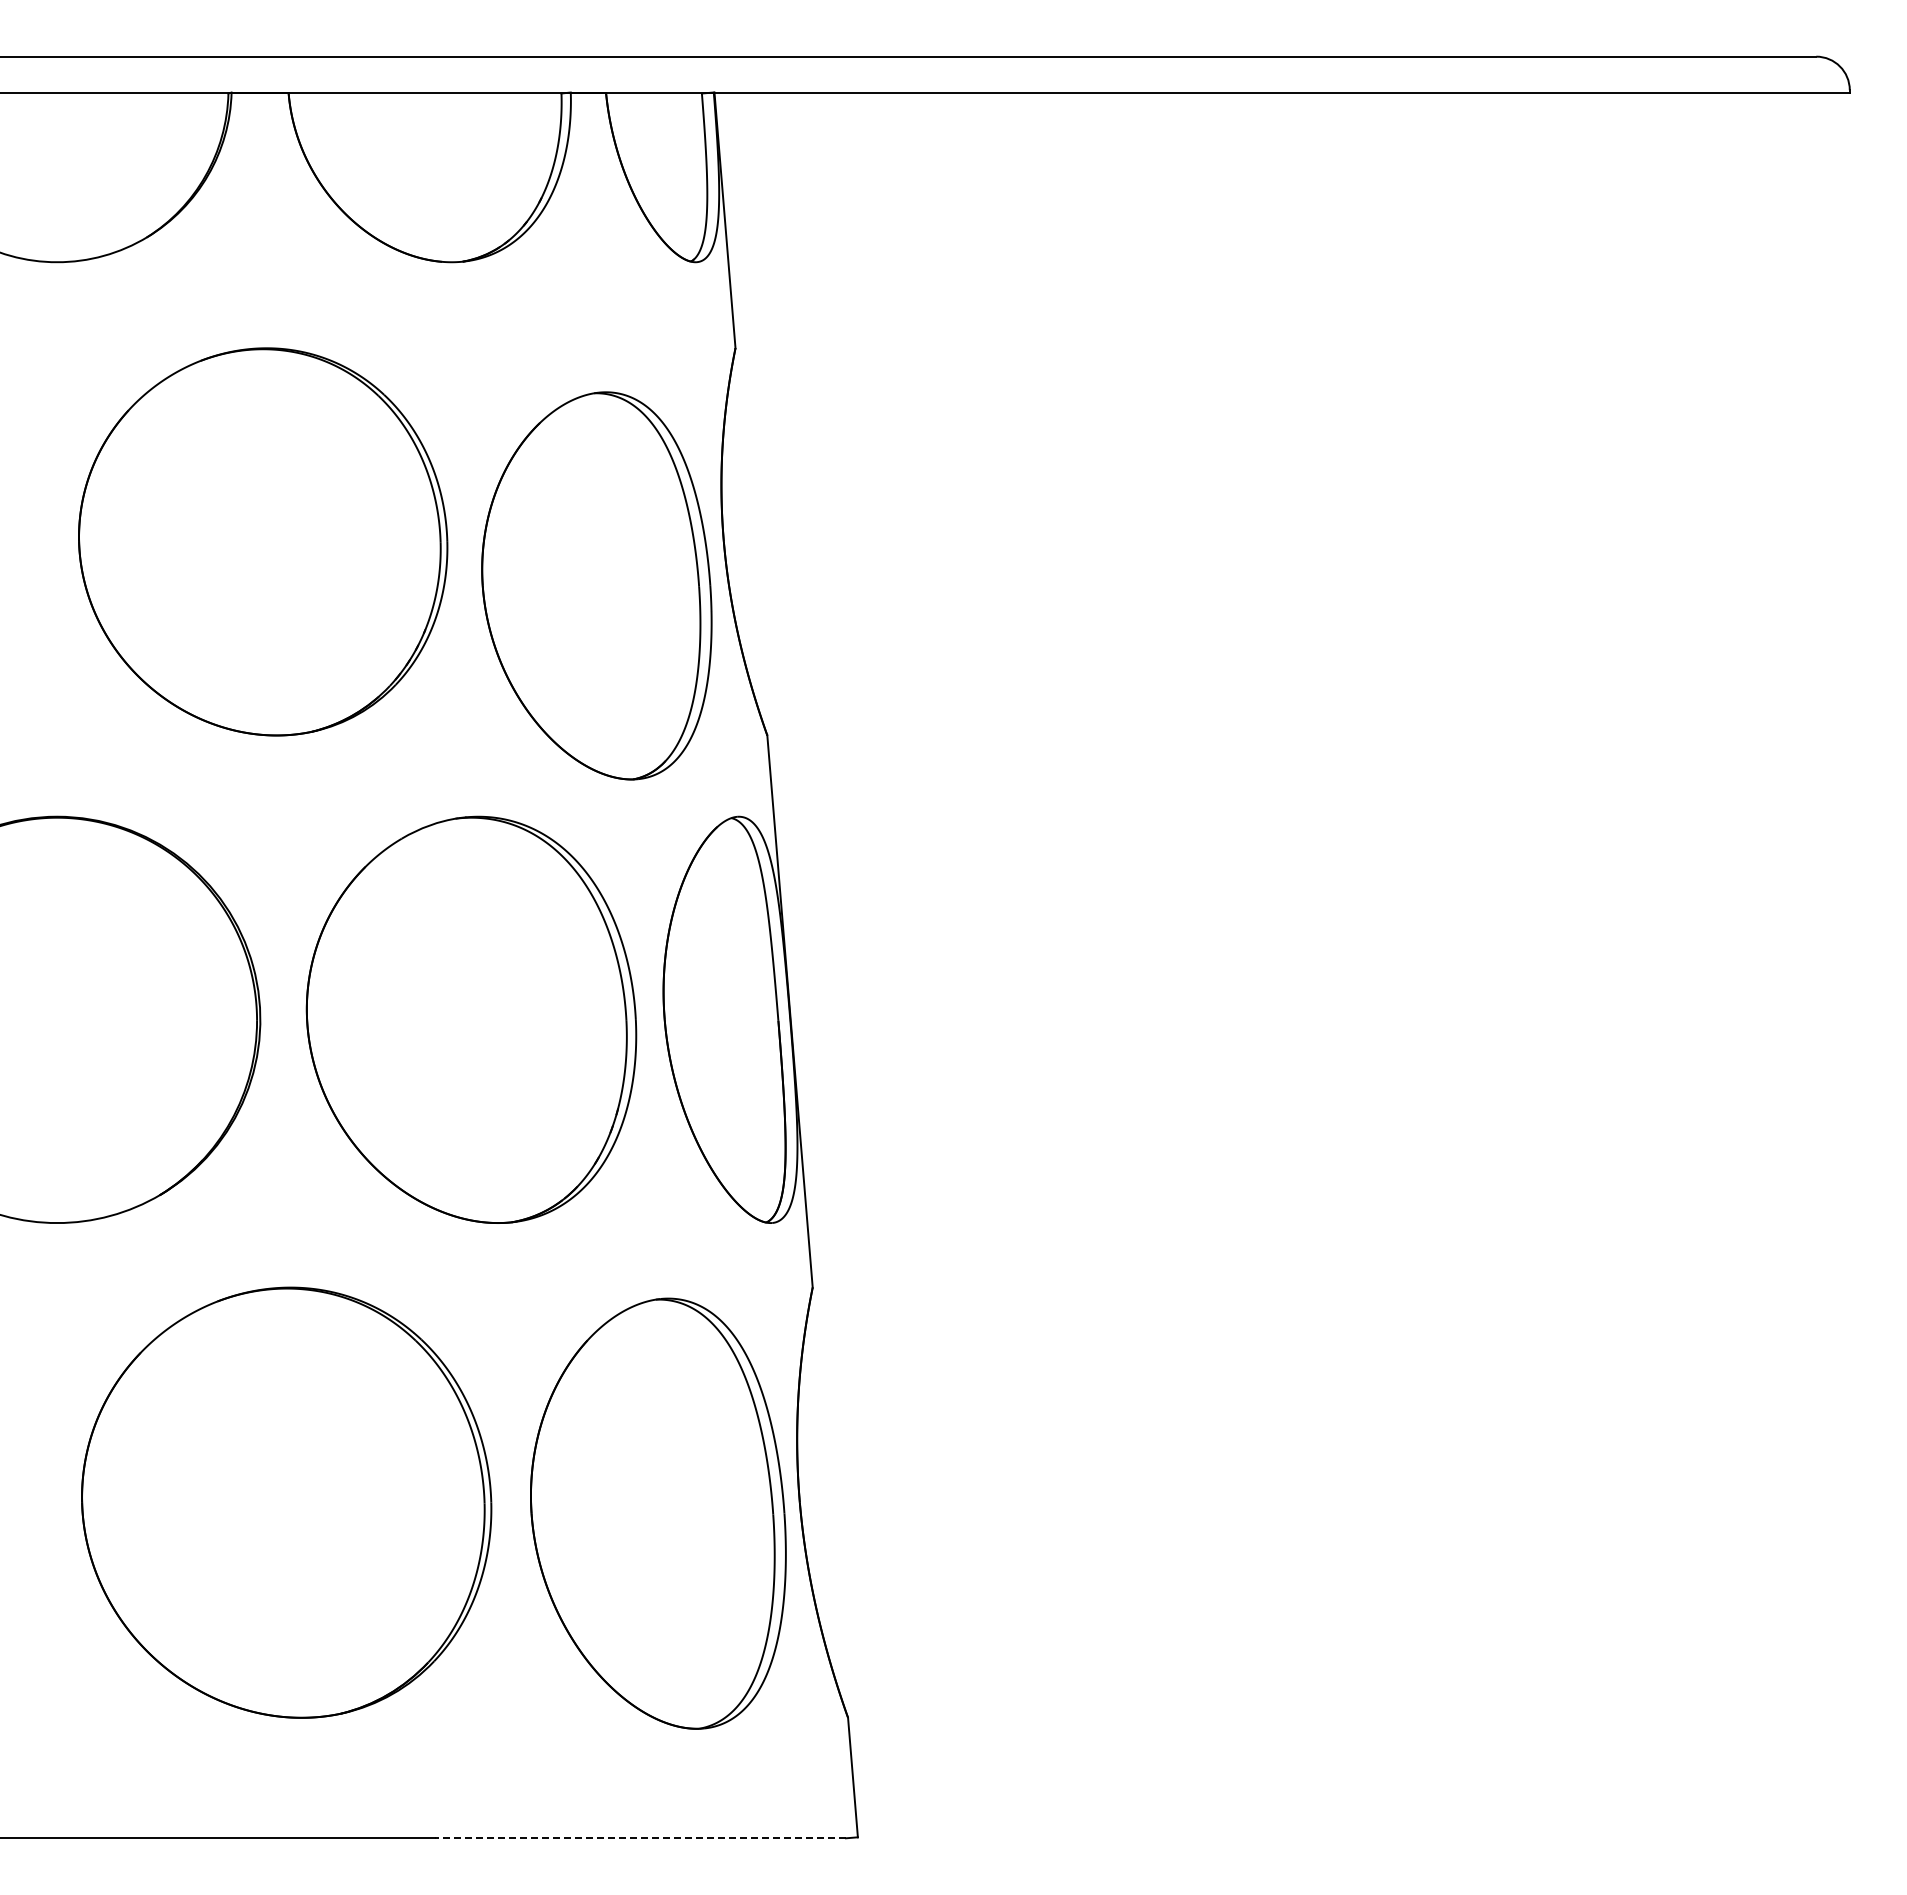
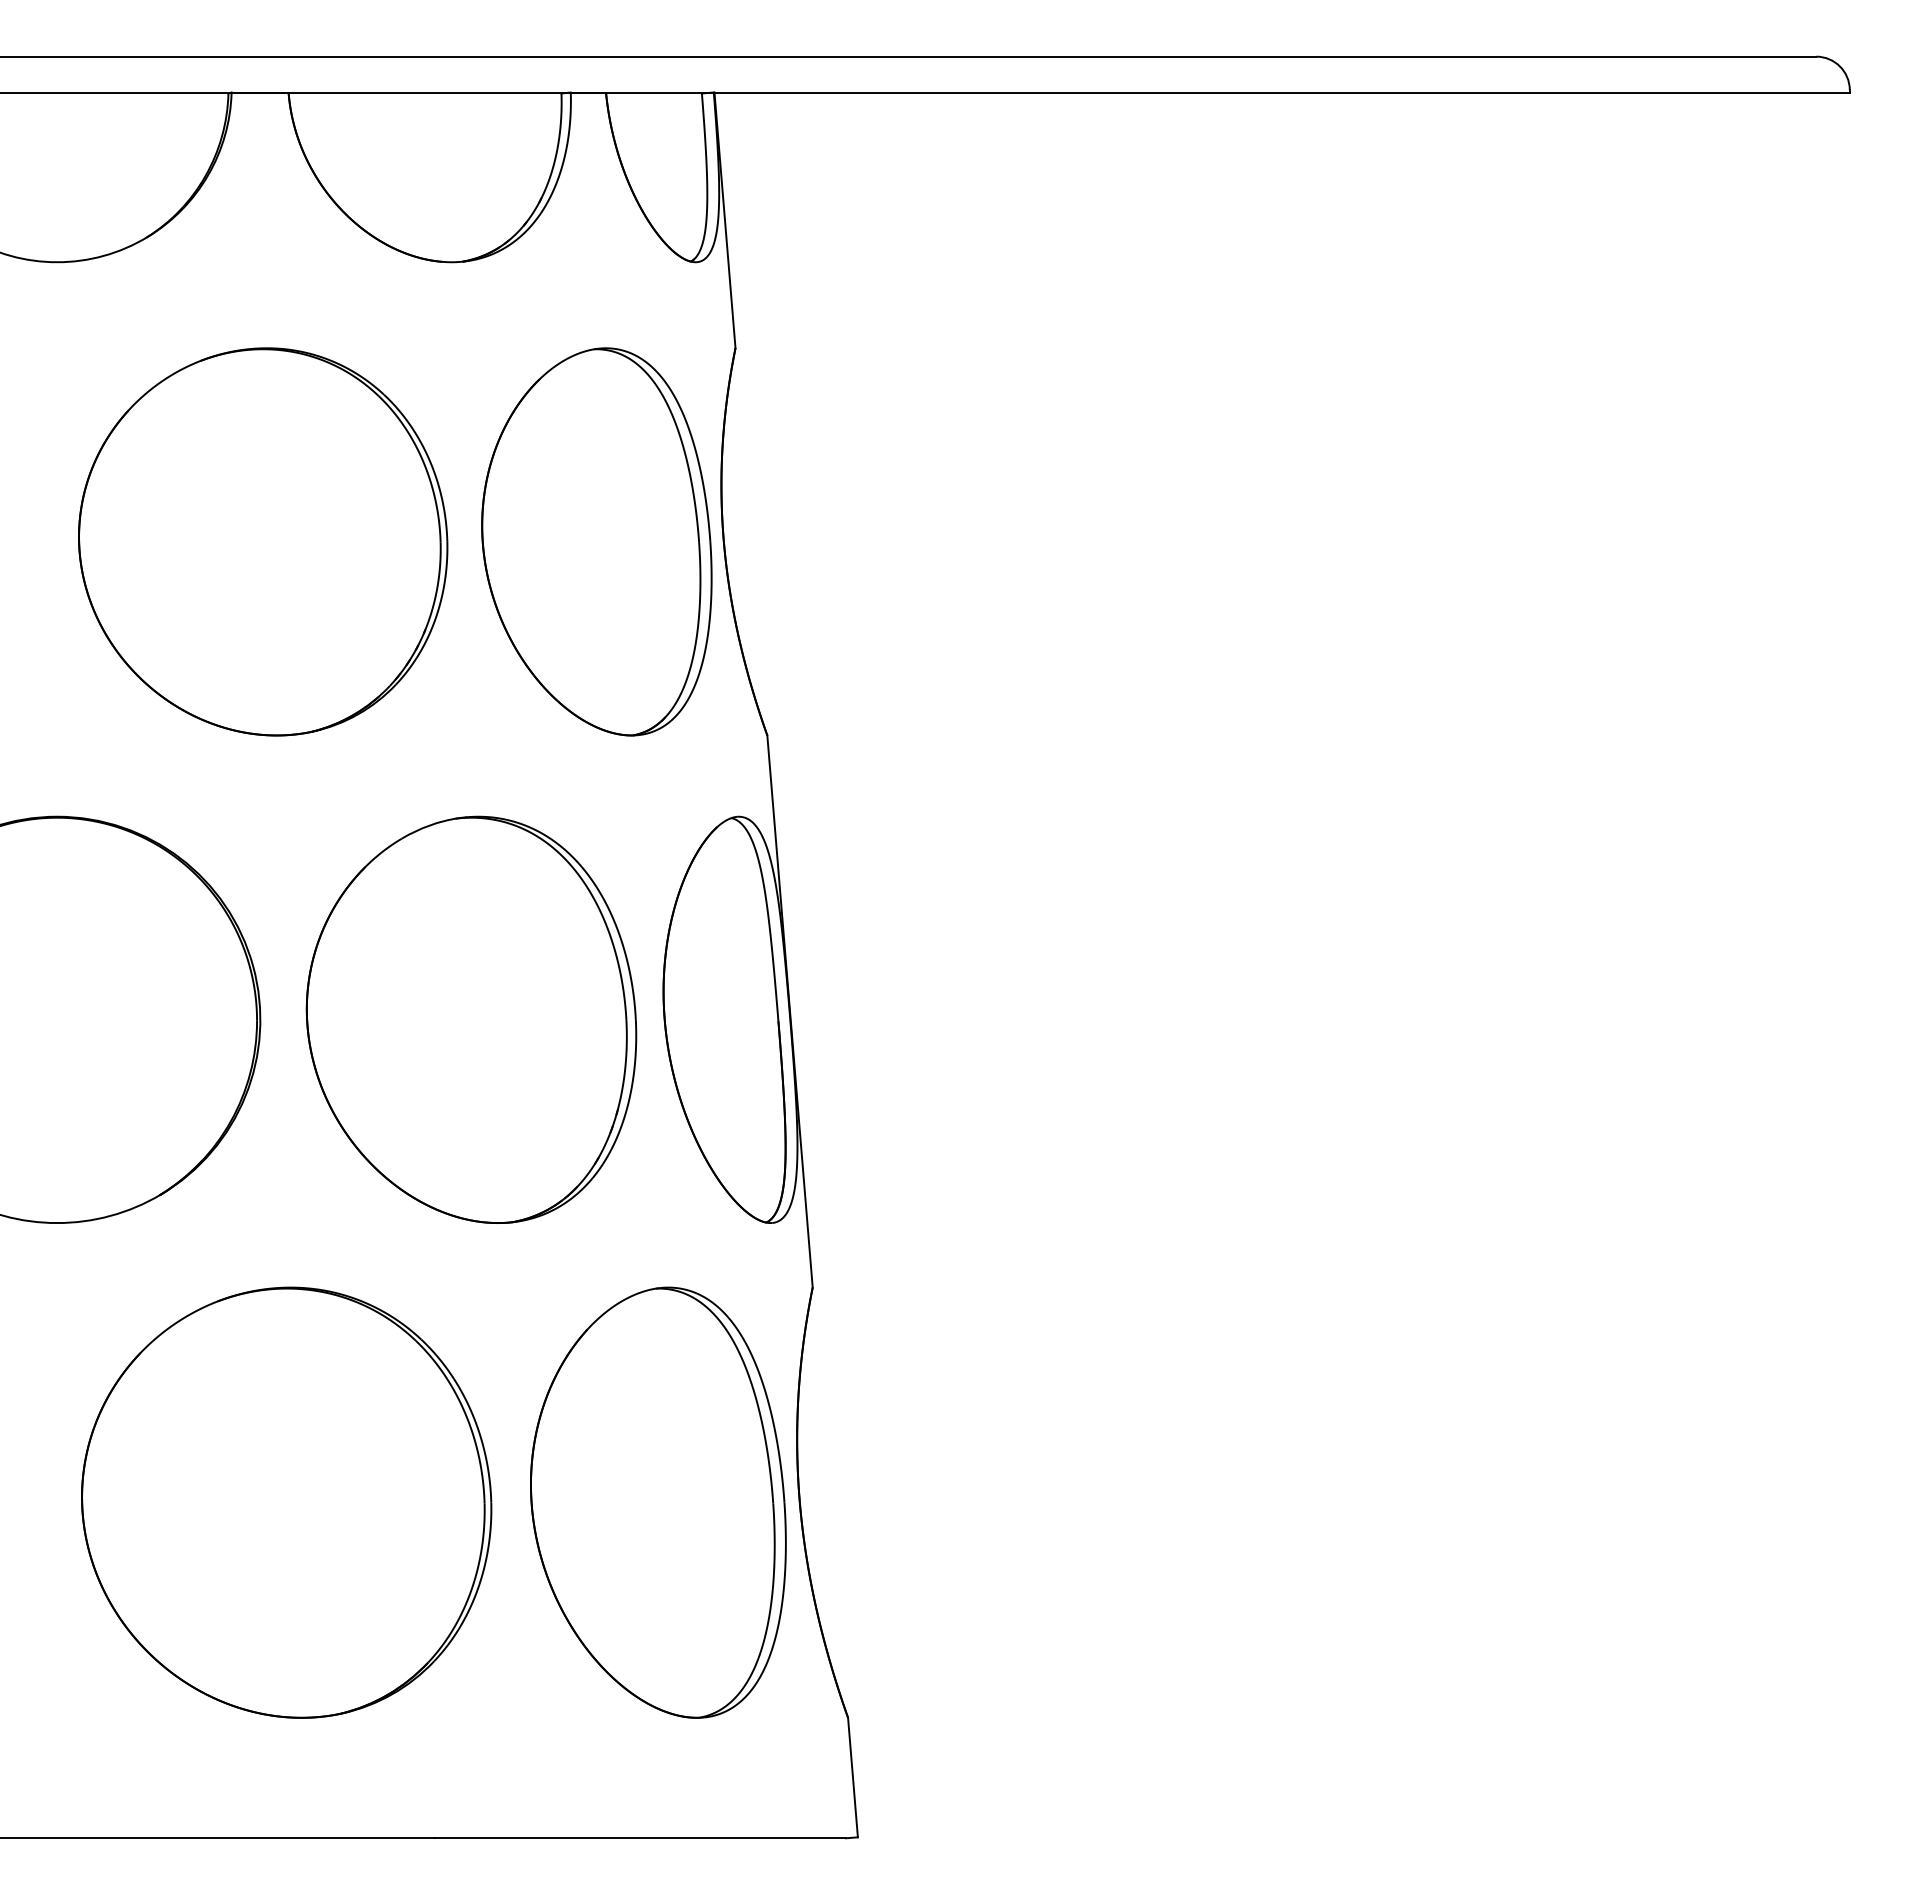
part at (596, 585) position: (596, 585) -> (596, 541)
part at (658, 1513) position: (658, 1513) -> (658, 1502)
line at (640, 1838): dashed -> solid
